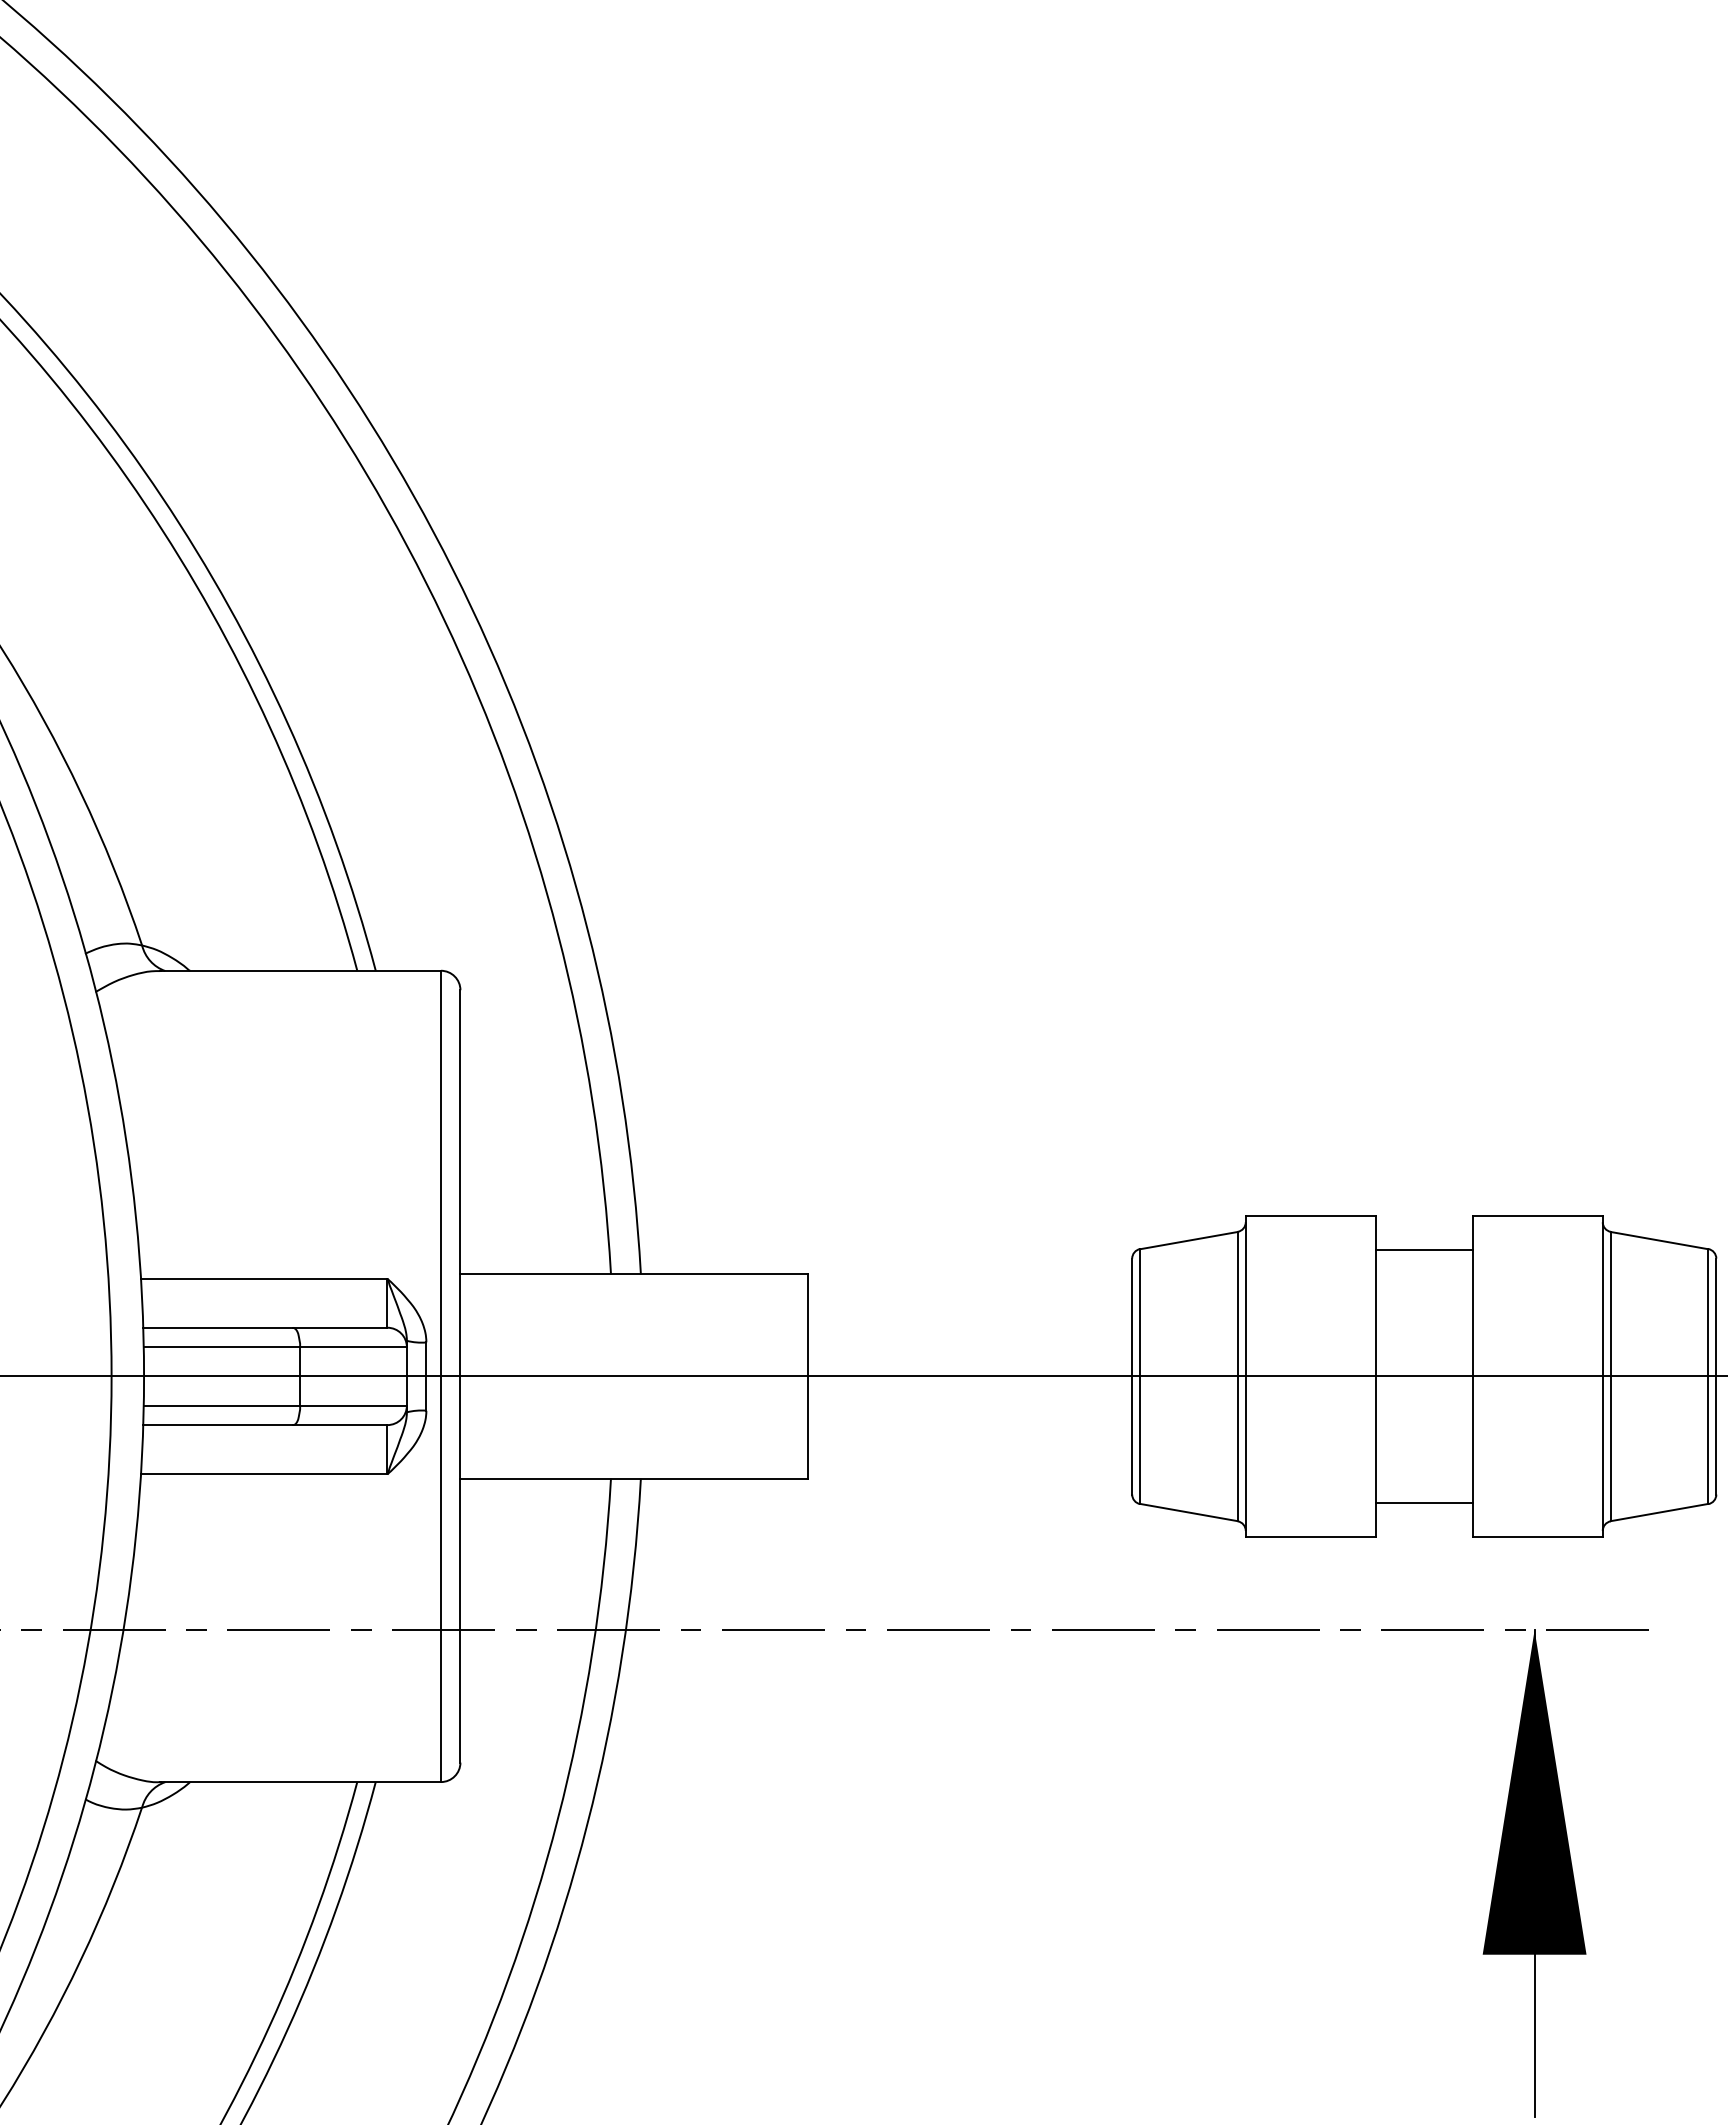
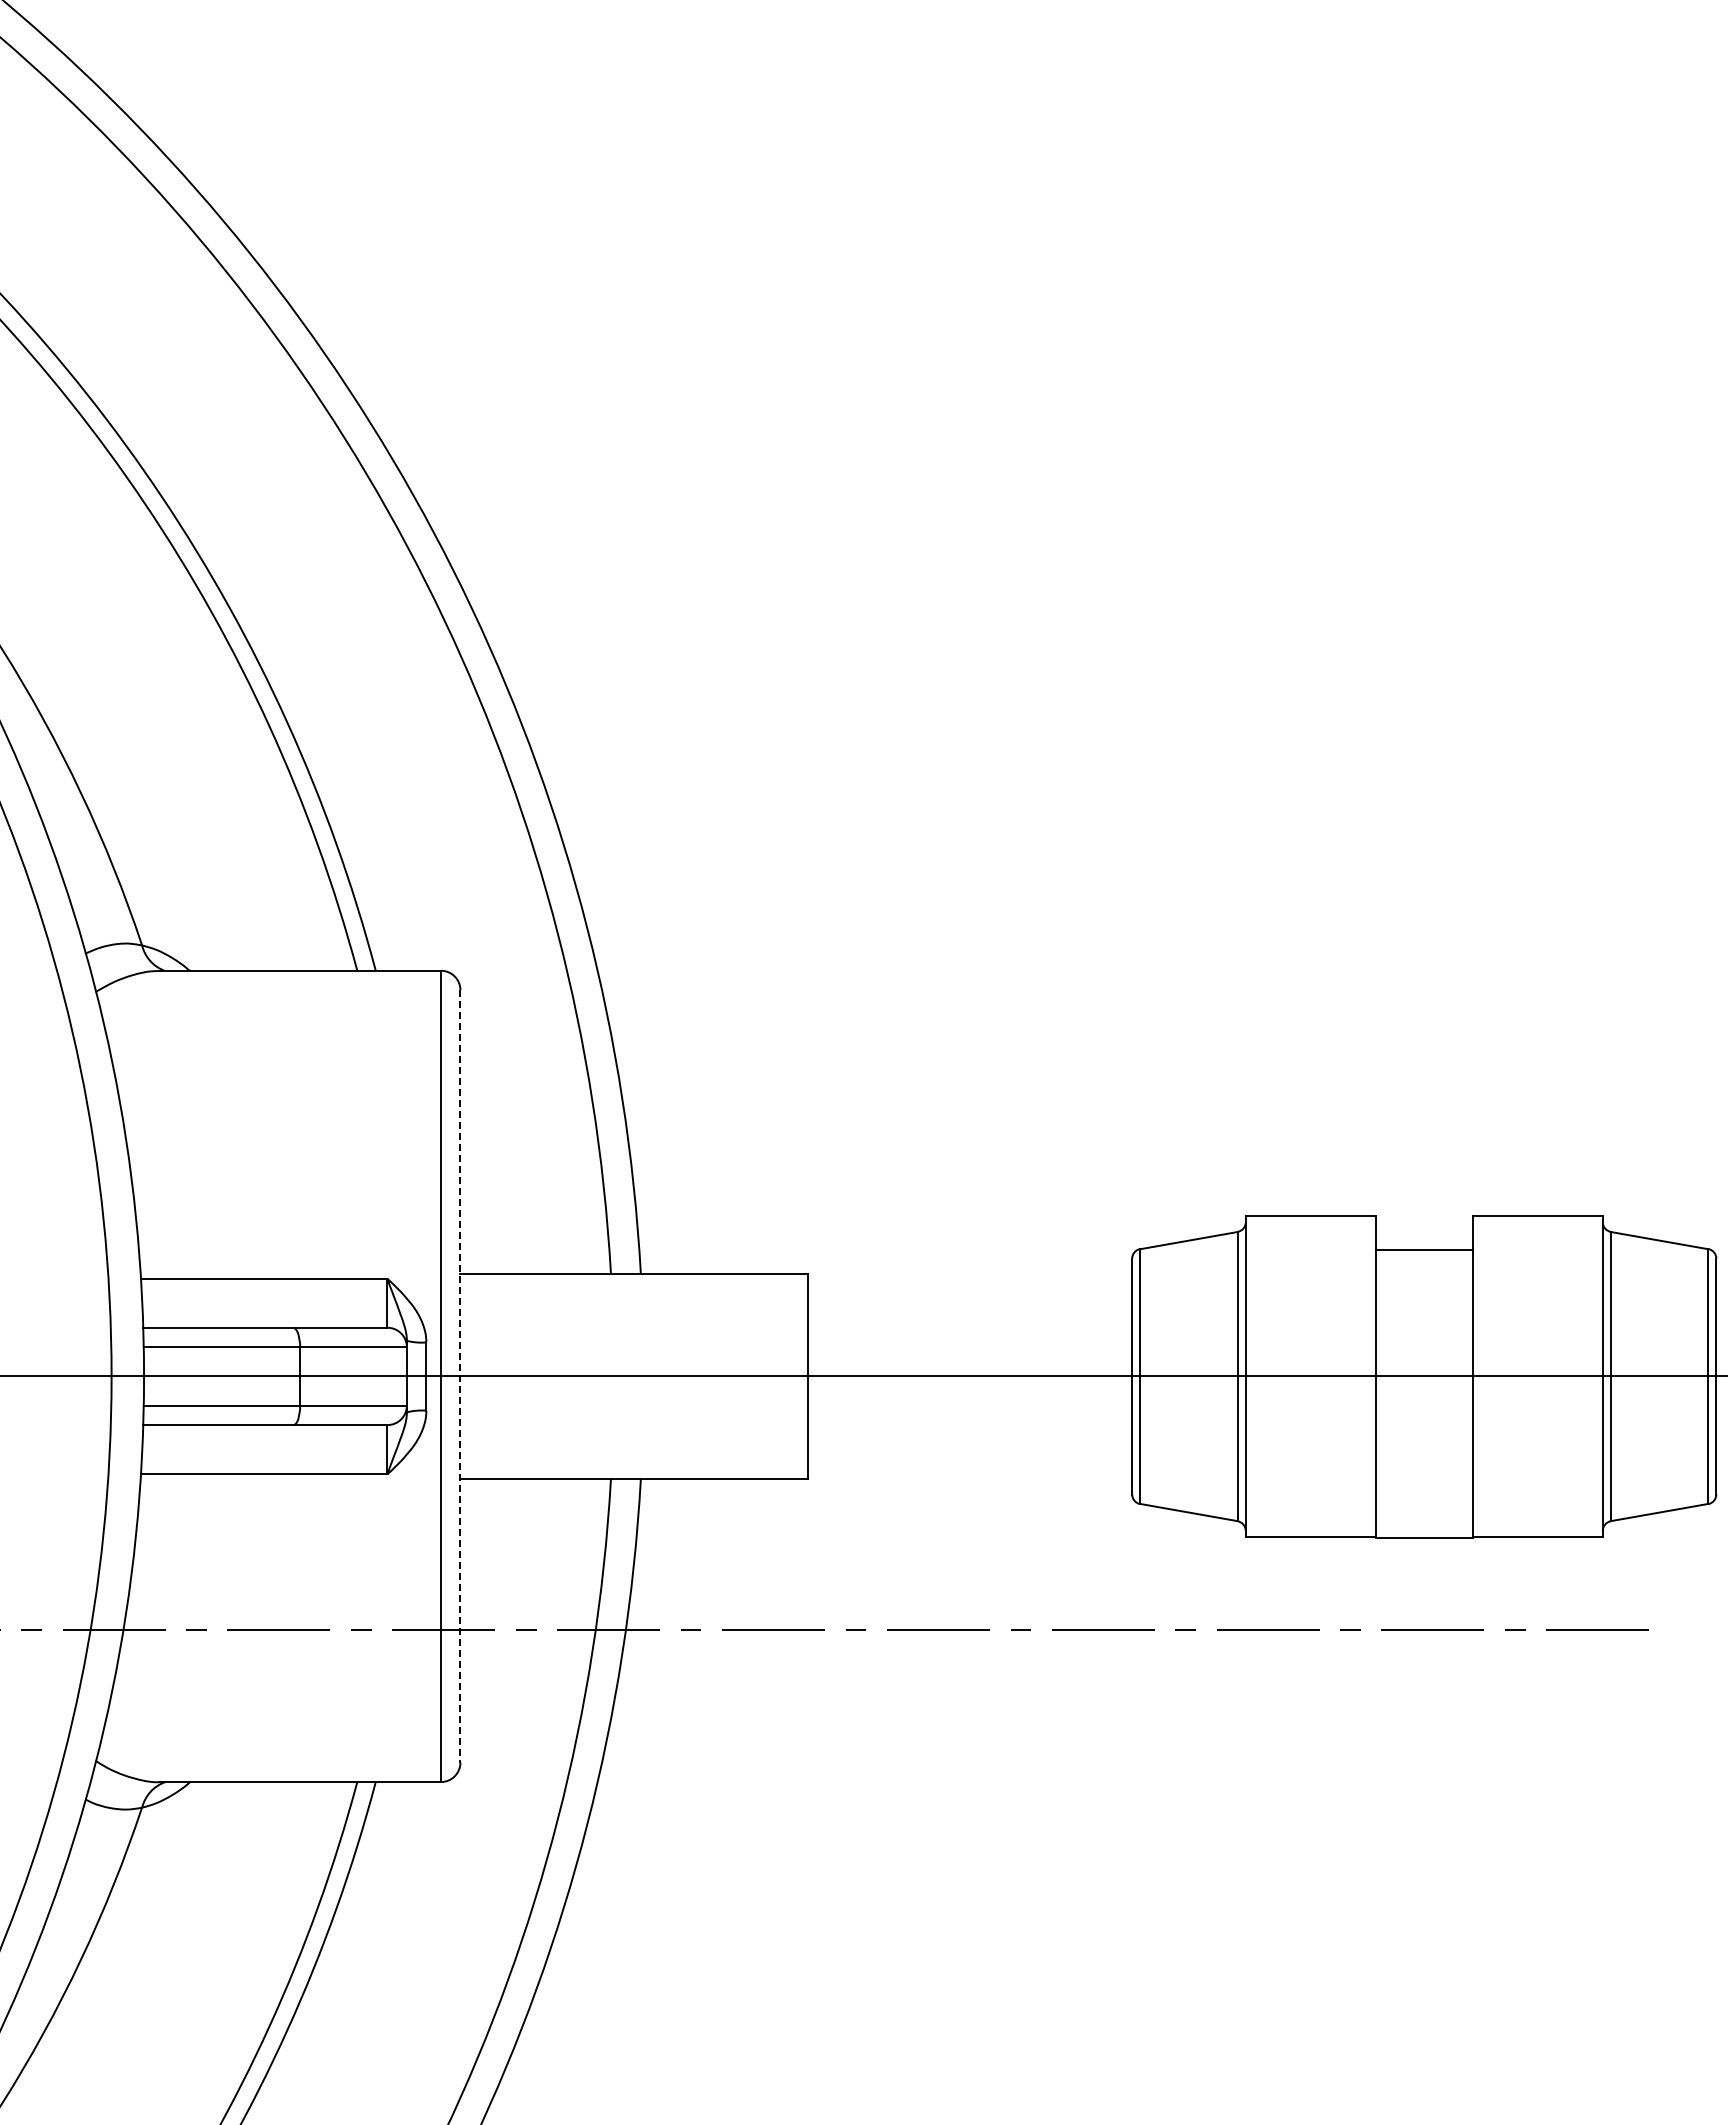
line at (460, 1376): solid -> dashed
line at (1423, 1502) position: (1423, 1502) -> (1423, 1537)
part at (1534, 1873): present -> none
